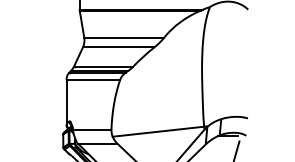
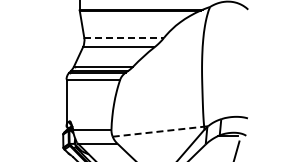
line at (124, 37): solid -> dashed
line at (158, 131): solid -> dashed
